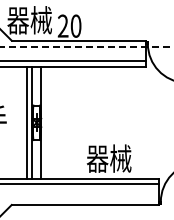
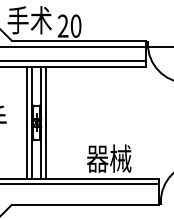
text at (29, 20): 器械 -> 手术
line at (87, 47): dashed -> solid
line at (46, 122): none -> present
